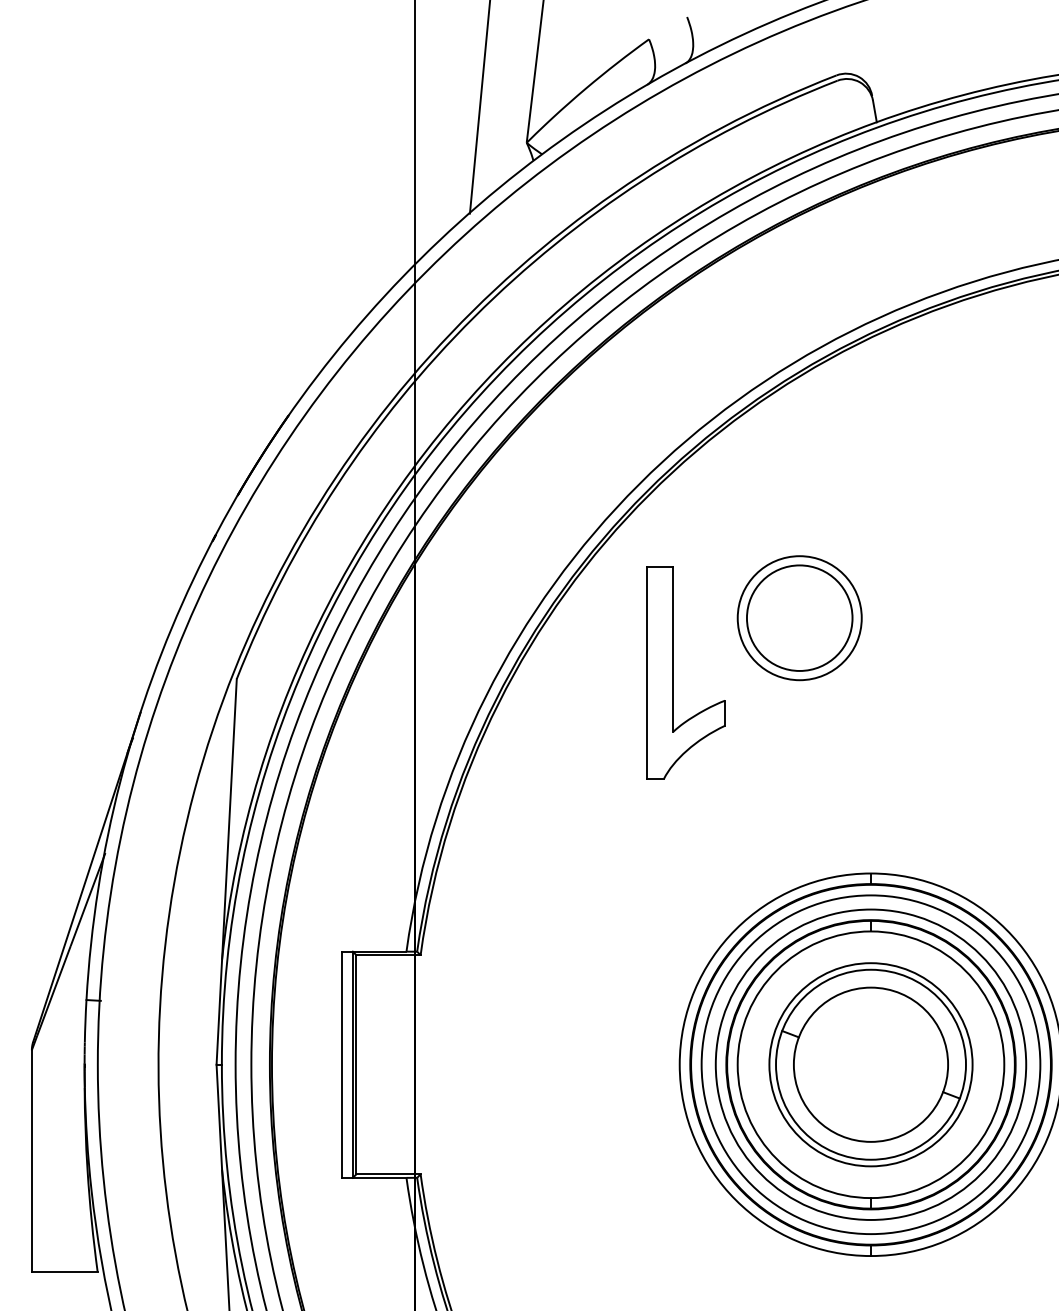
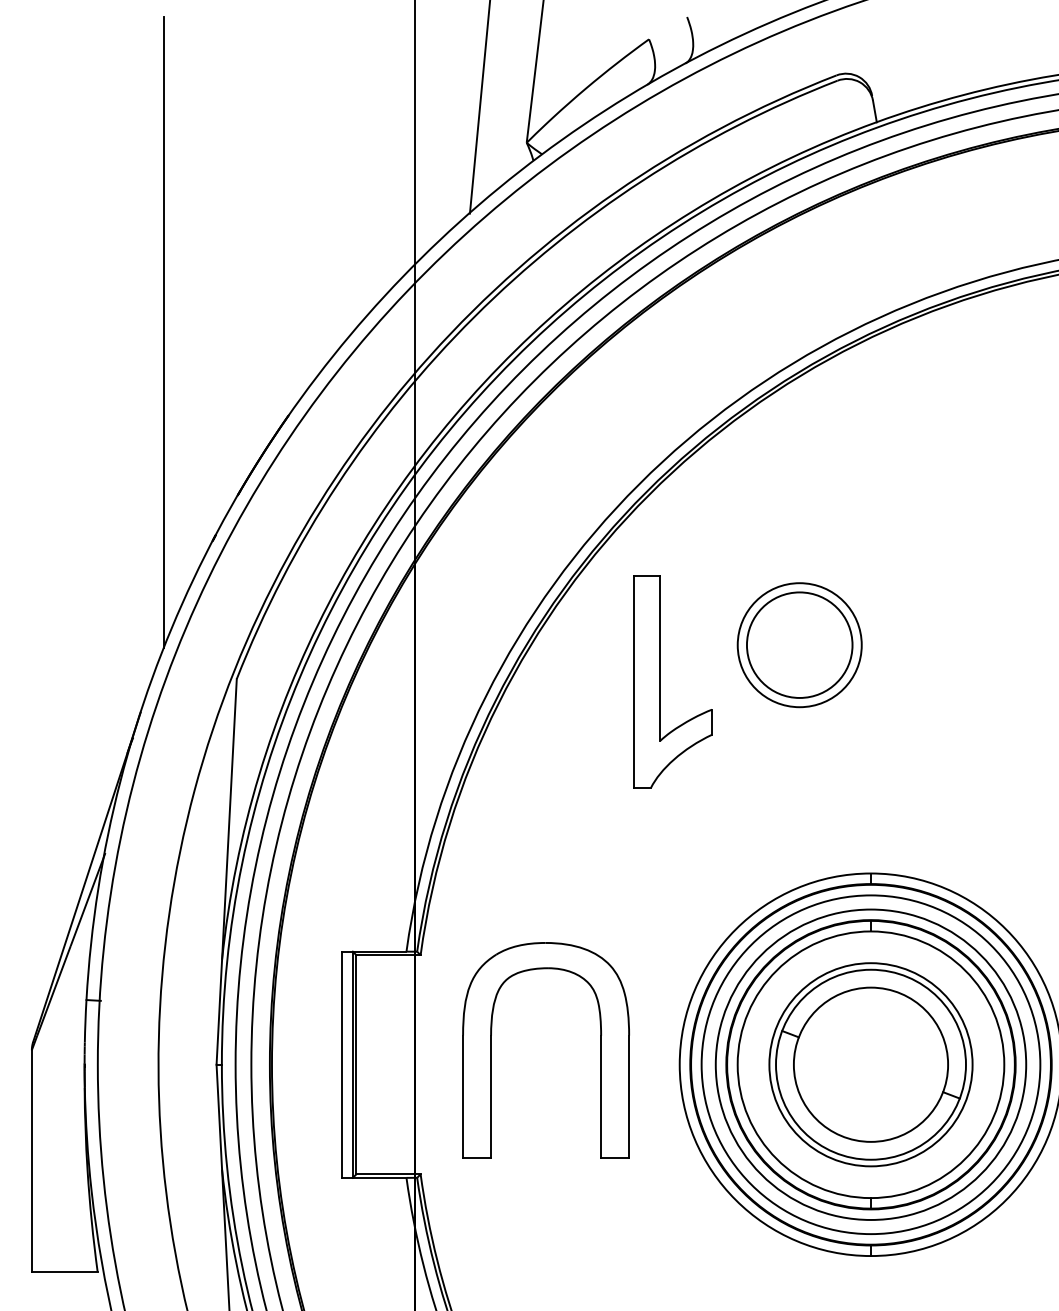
line at (163, 332): none -> present
part at (799, 618) position: (799, 618) -> (799, 645)
part at (673, 672) position: (673, 672) -> (660, 681)
part at (491, 1050): none -> present
